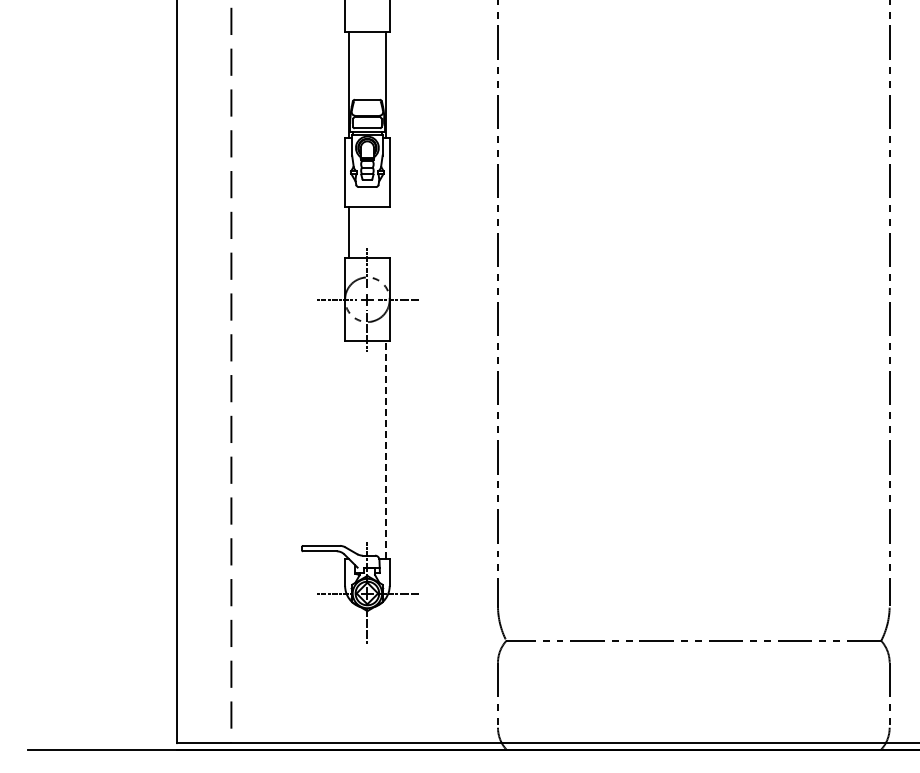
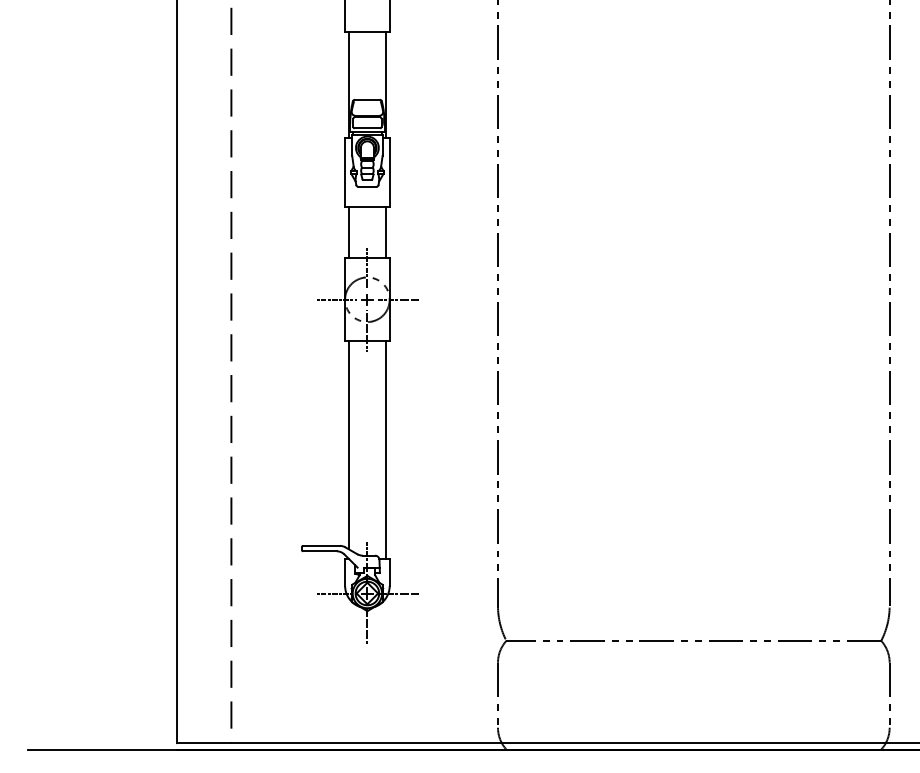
line at (385, 232): none -> present
line at (348, 445): none -> present
line at (385, 449): dashed -> solid
